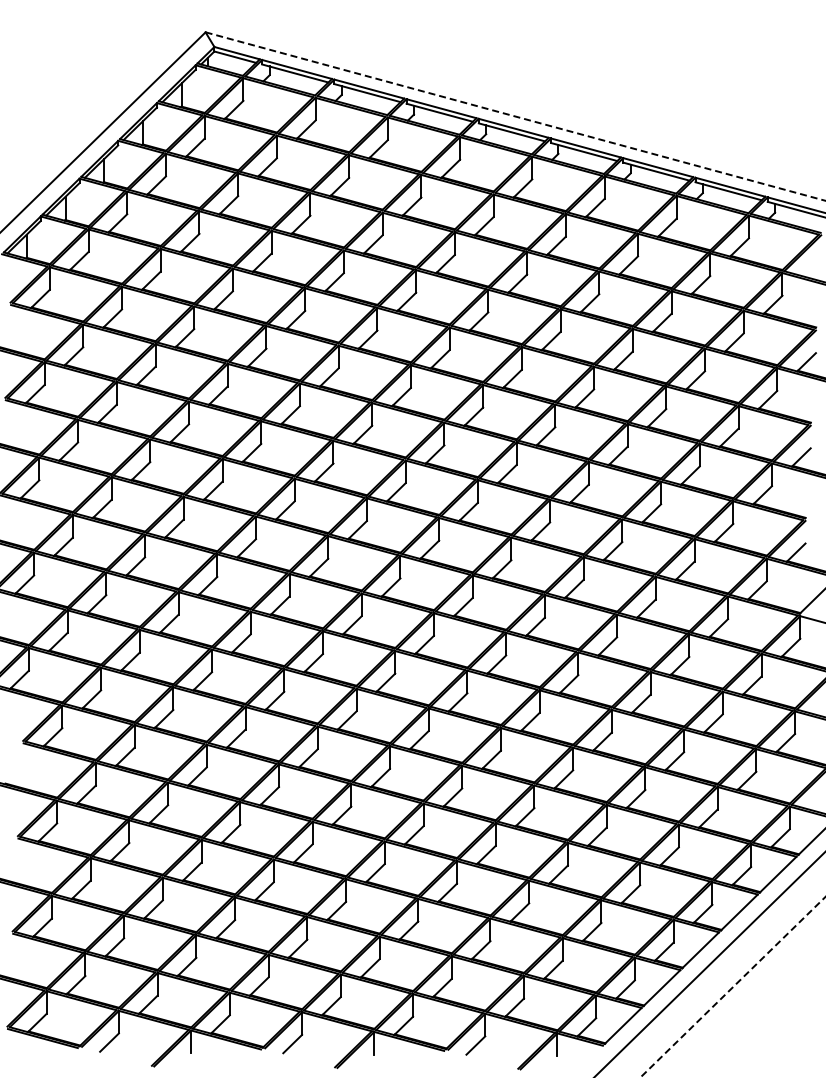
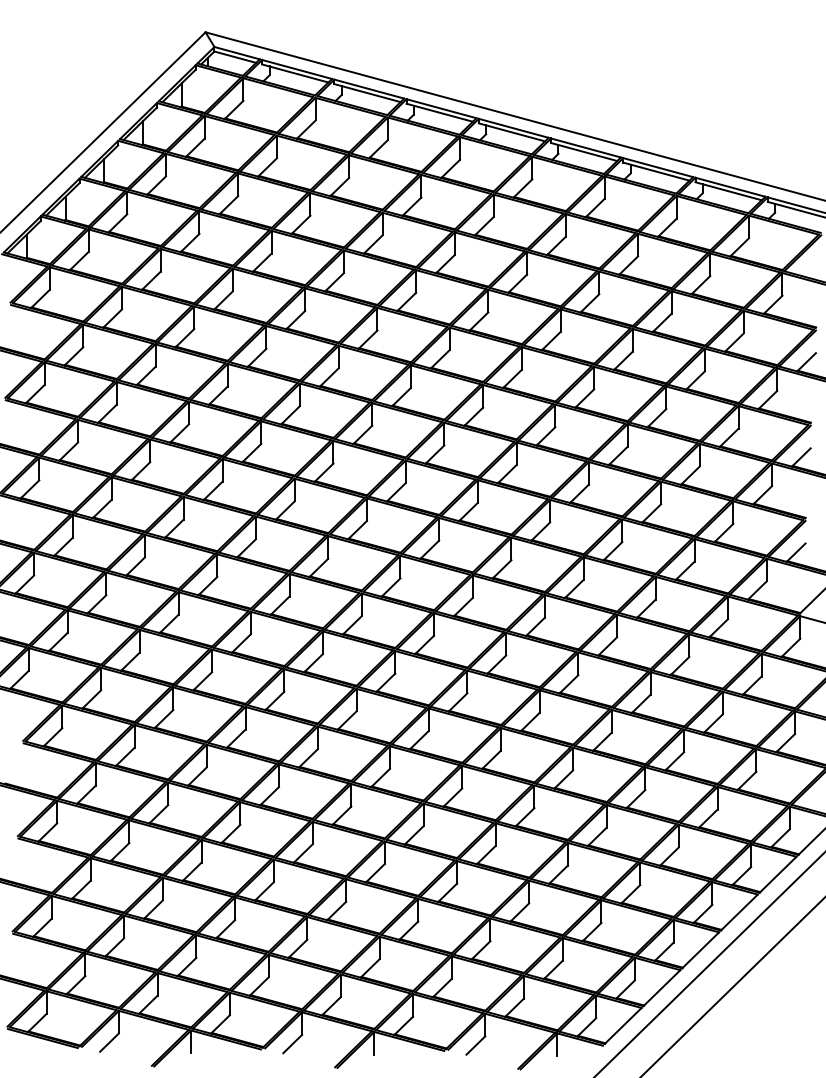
line at (515, 116): dashed -> solid
line at (732, 987): dashed -> solid
